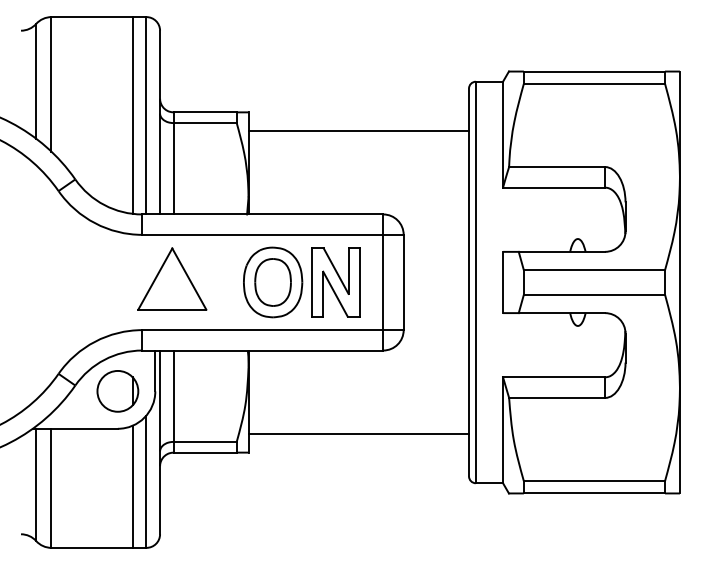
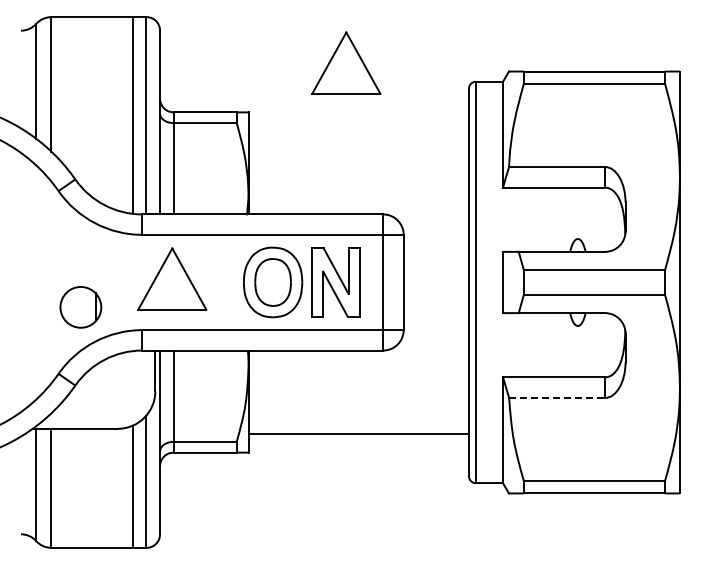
part at (346, 62): none -> present
line at (358, 131): present -> none
part at (117, 391) position: (117, 391) -> (80, 307)
line at (557, 397): solid -> dashed
